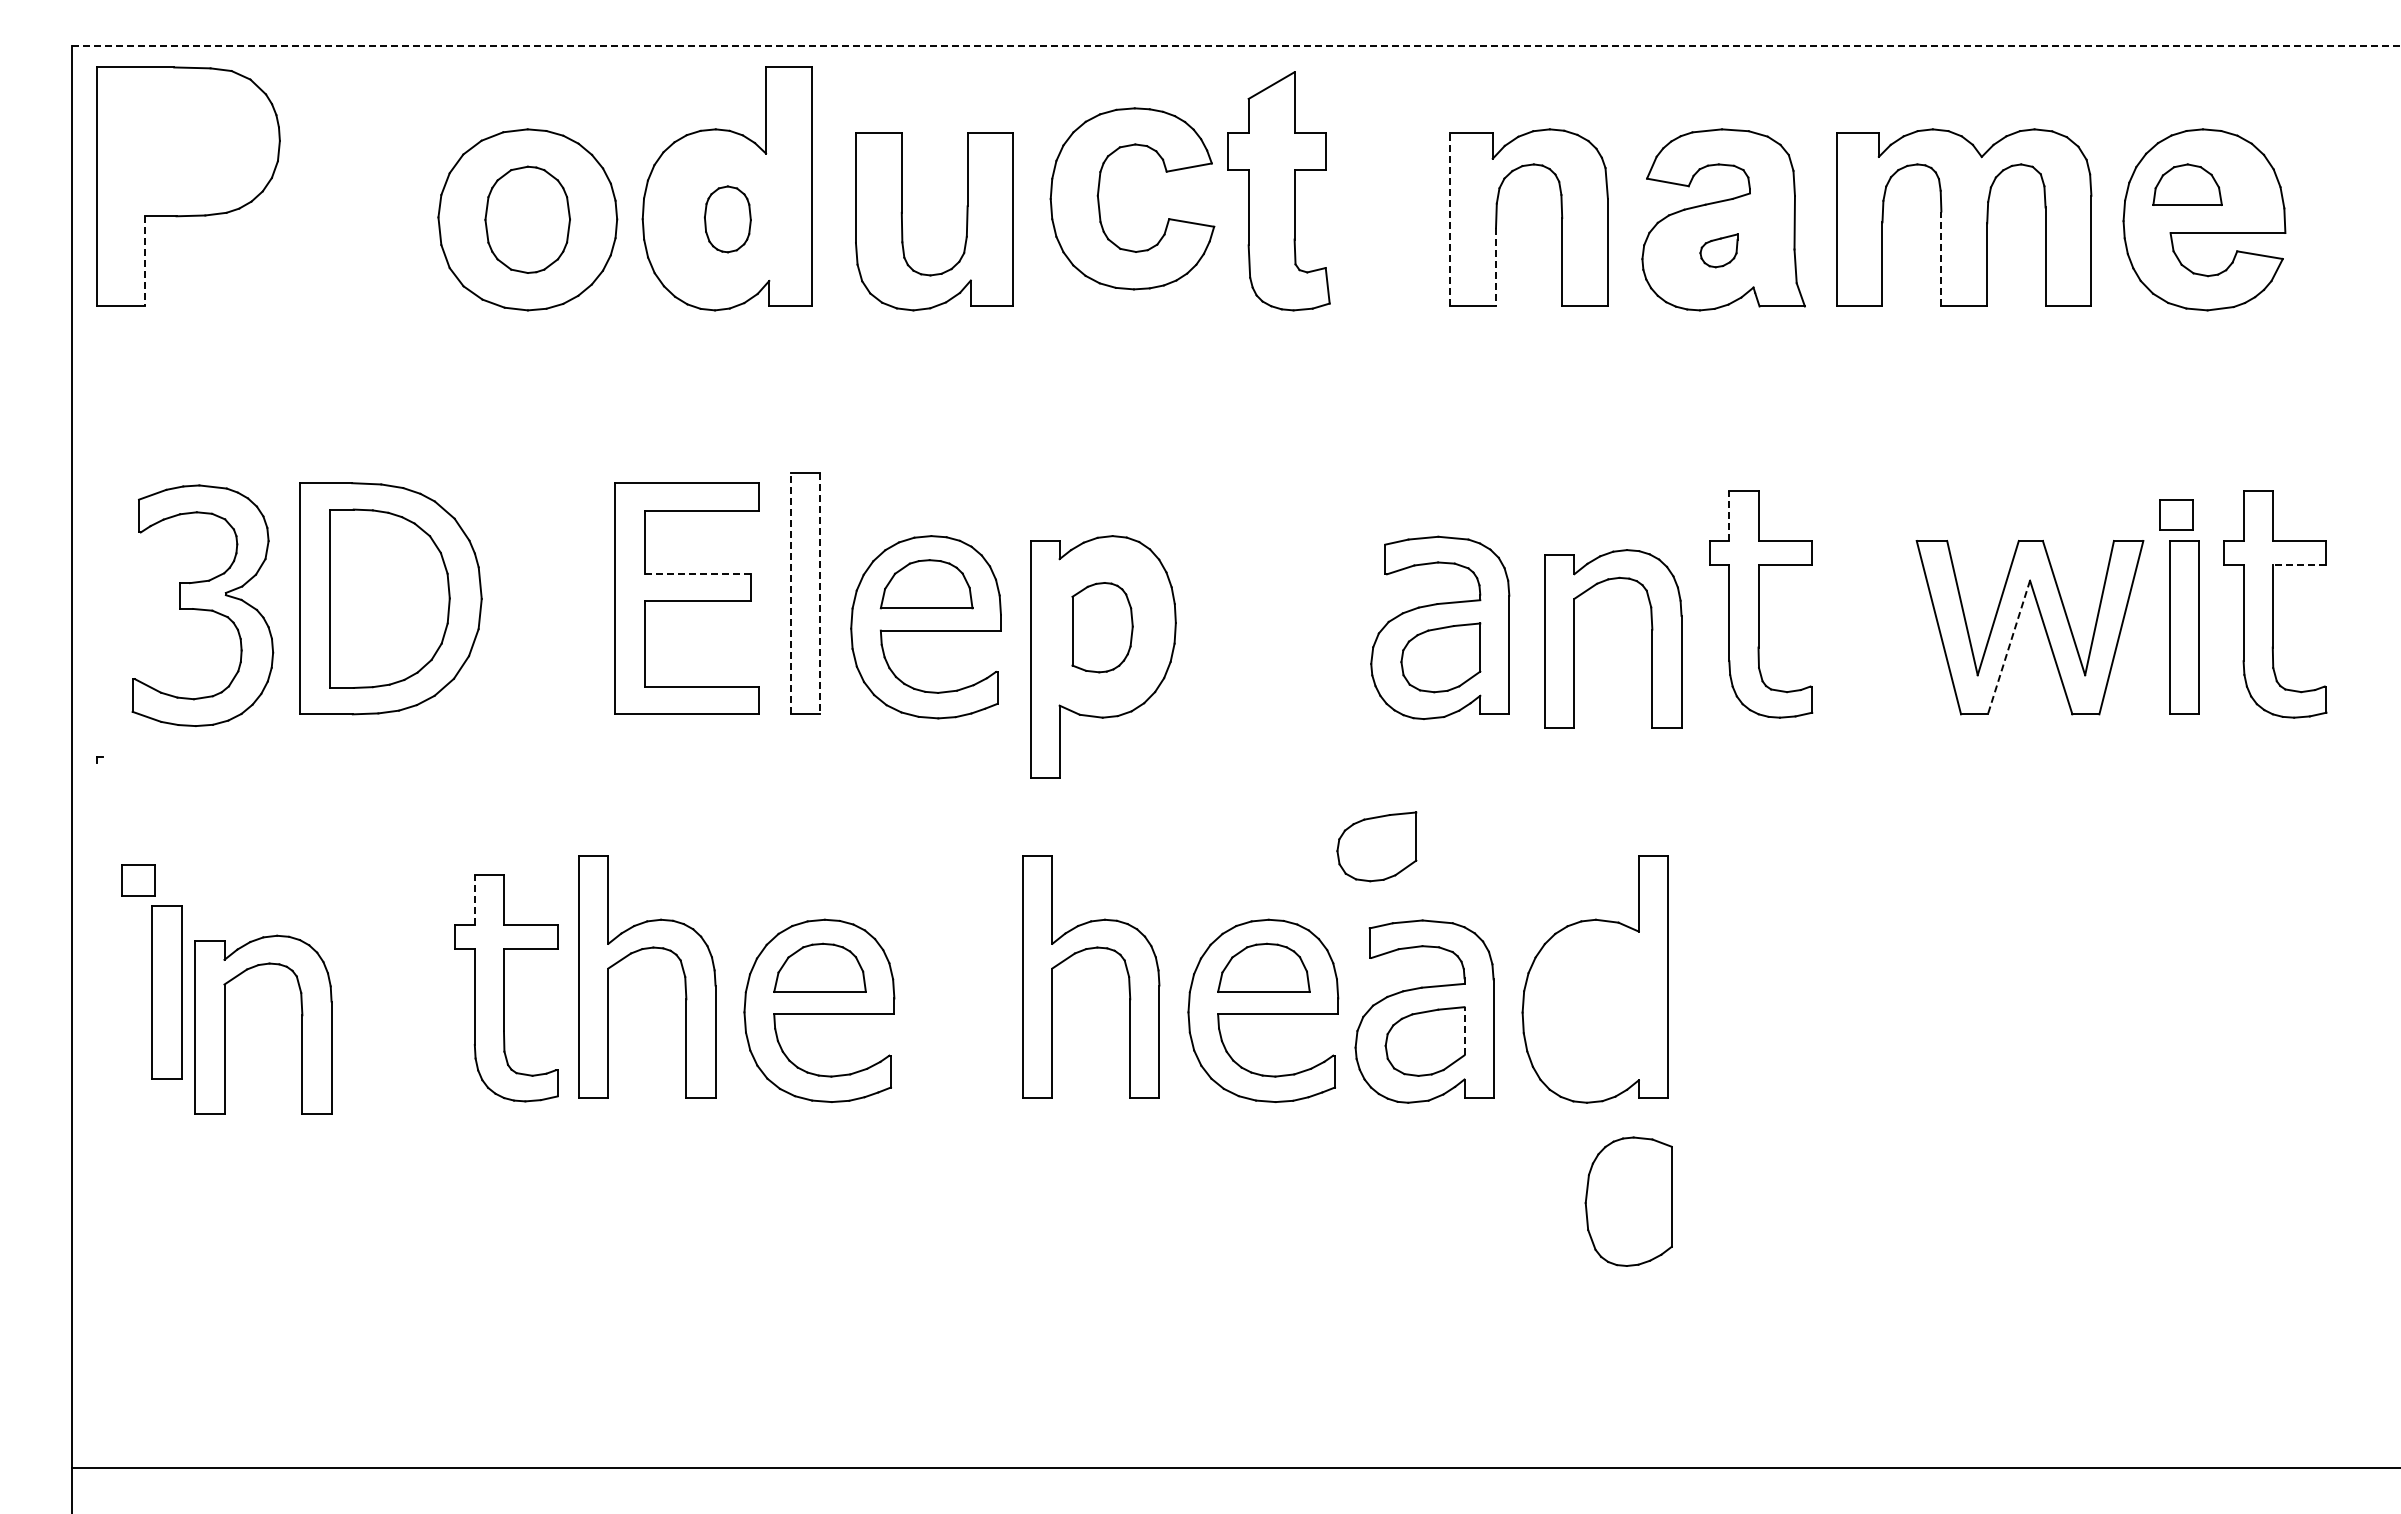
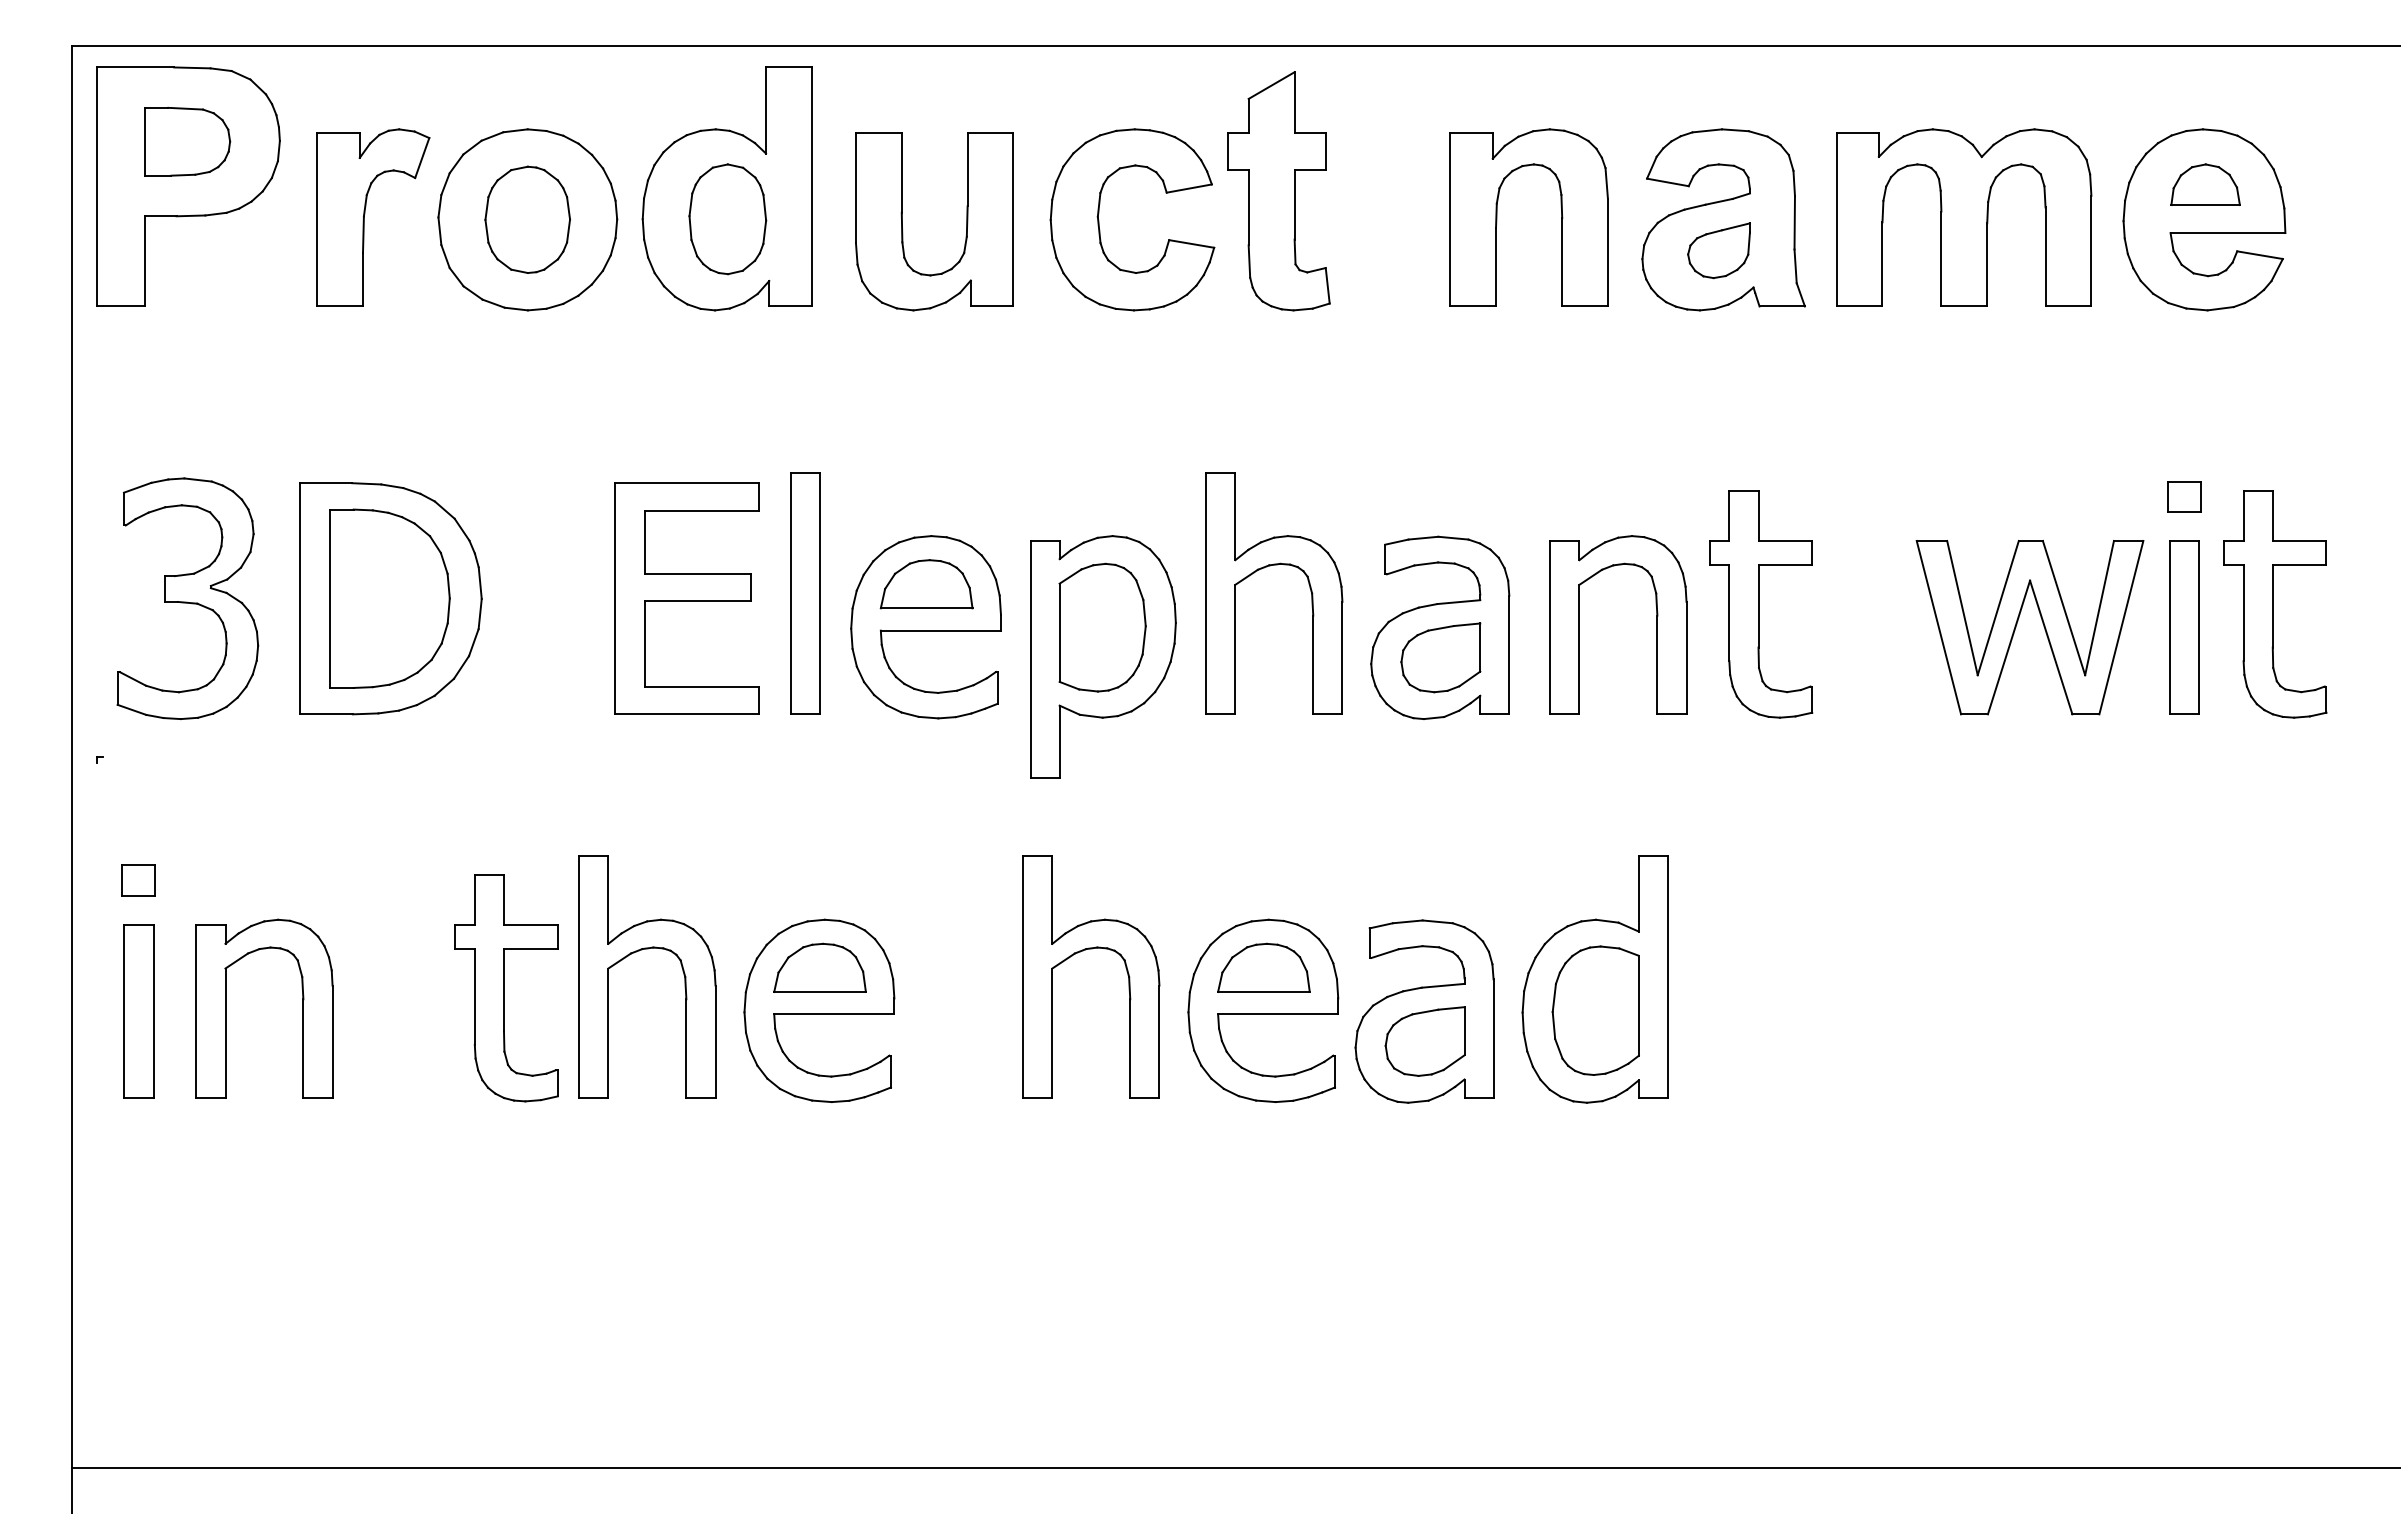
line at (1236, 45): dashed -> solid
part at (187, 141): none -> present
part at (2187, 184) position: (2187, 184) -> (2205, 184)
part at (1099, 199) position: (1099, 199) -> (1099, 220)
part at (365, 214): none -> present
part at (727, 219) size: 48x69 px -> 80x113 px
line at (1450, 219): dashed -> solid
part at (1718, 250) size: 40x36 px -> 64x58 px
line at (1941, 258): dashed -> solid
line at (145, 261): dashed -> solid
line at (1496, 267): dashed -> solid
part at (2176, 514) position: (2176, 514) -> (2184, 496)
line at (1729, 516): dashed -> solid
line at (2299, 565): dashed -> solid
part at (1264, 568): none -> present
line at (698, 573): dashed -> solid
line at (791, 593): dashed -> solid
line at (820, 593): dashed -> solid
part at (202, 605) position: (202, 605) -> (187, 598)
part at (1102, 627) size: 63x92 px -> 89x131 px
part at (1651, 638) position: (1651, 638) -> (1656, 624)
line at (2008, 647): dashed -> solid
part at (1376, 846): present -> none
line at (474, 899): dashed -> solid
part at (166, 992) position: (166, 992) -> (138, 1011)
part at (225, 1024) position: (225, 1024) -> (226, 1008)
line at (1464, 1030): dashed -> solid
part at (1628, 1201) position: (1628, 1201) -> (1595, 1010)
